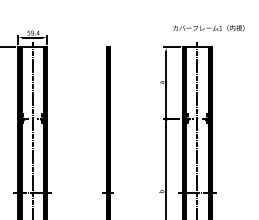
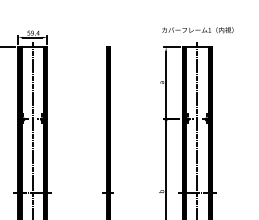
text at (208, 28) position: (208, 28) -> (197, 30)
